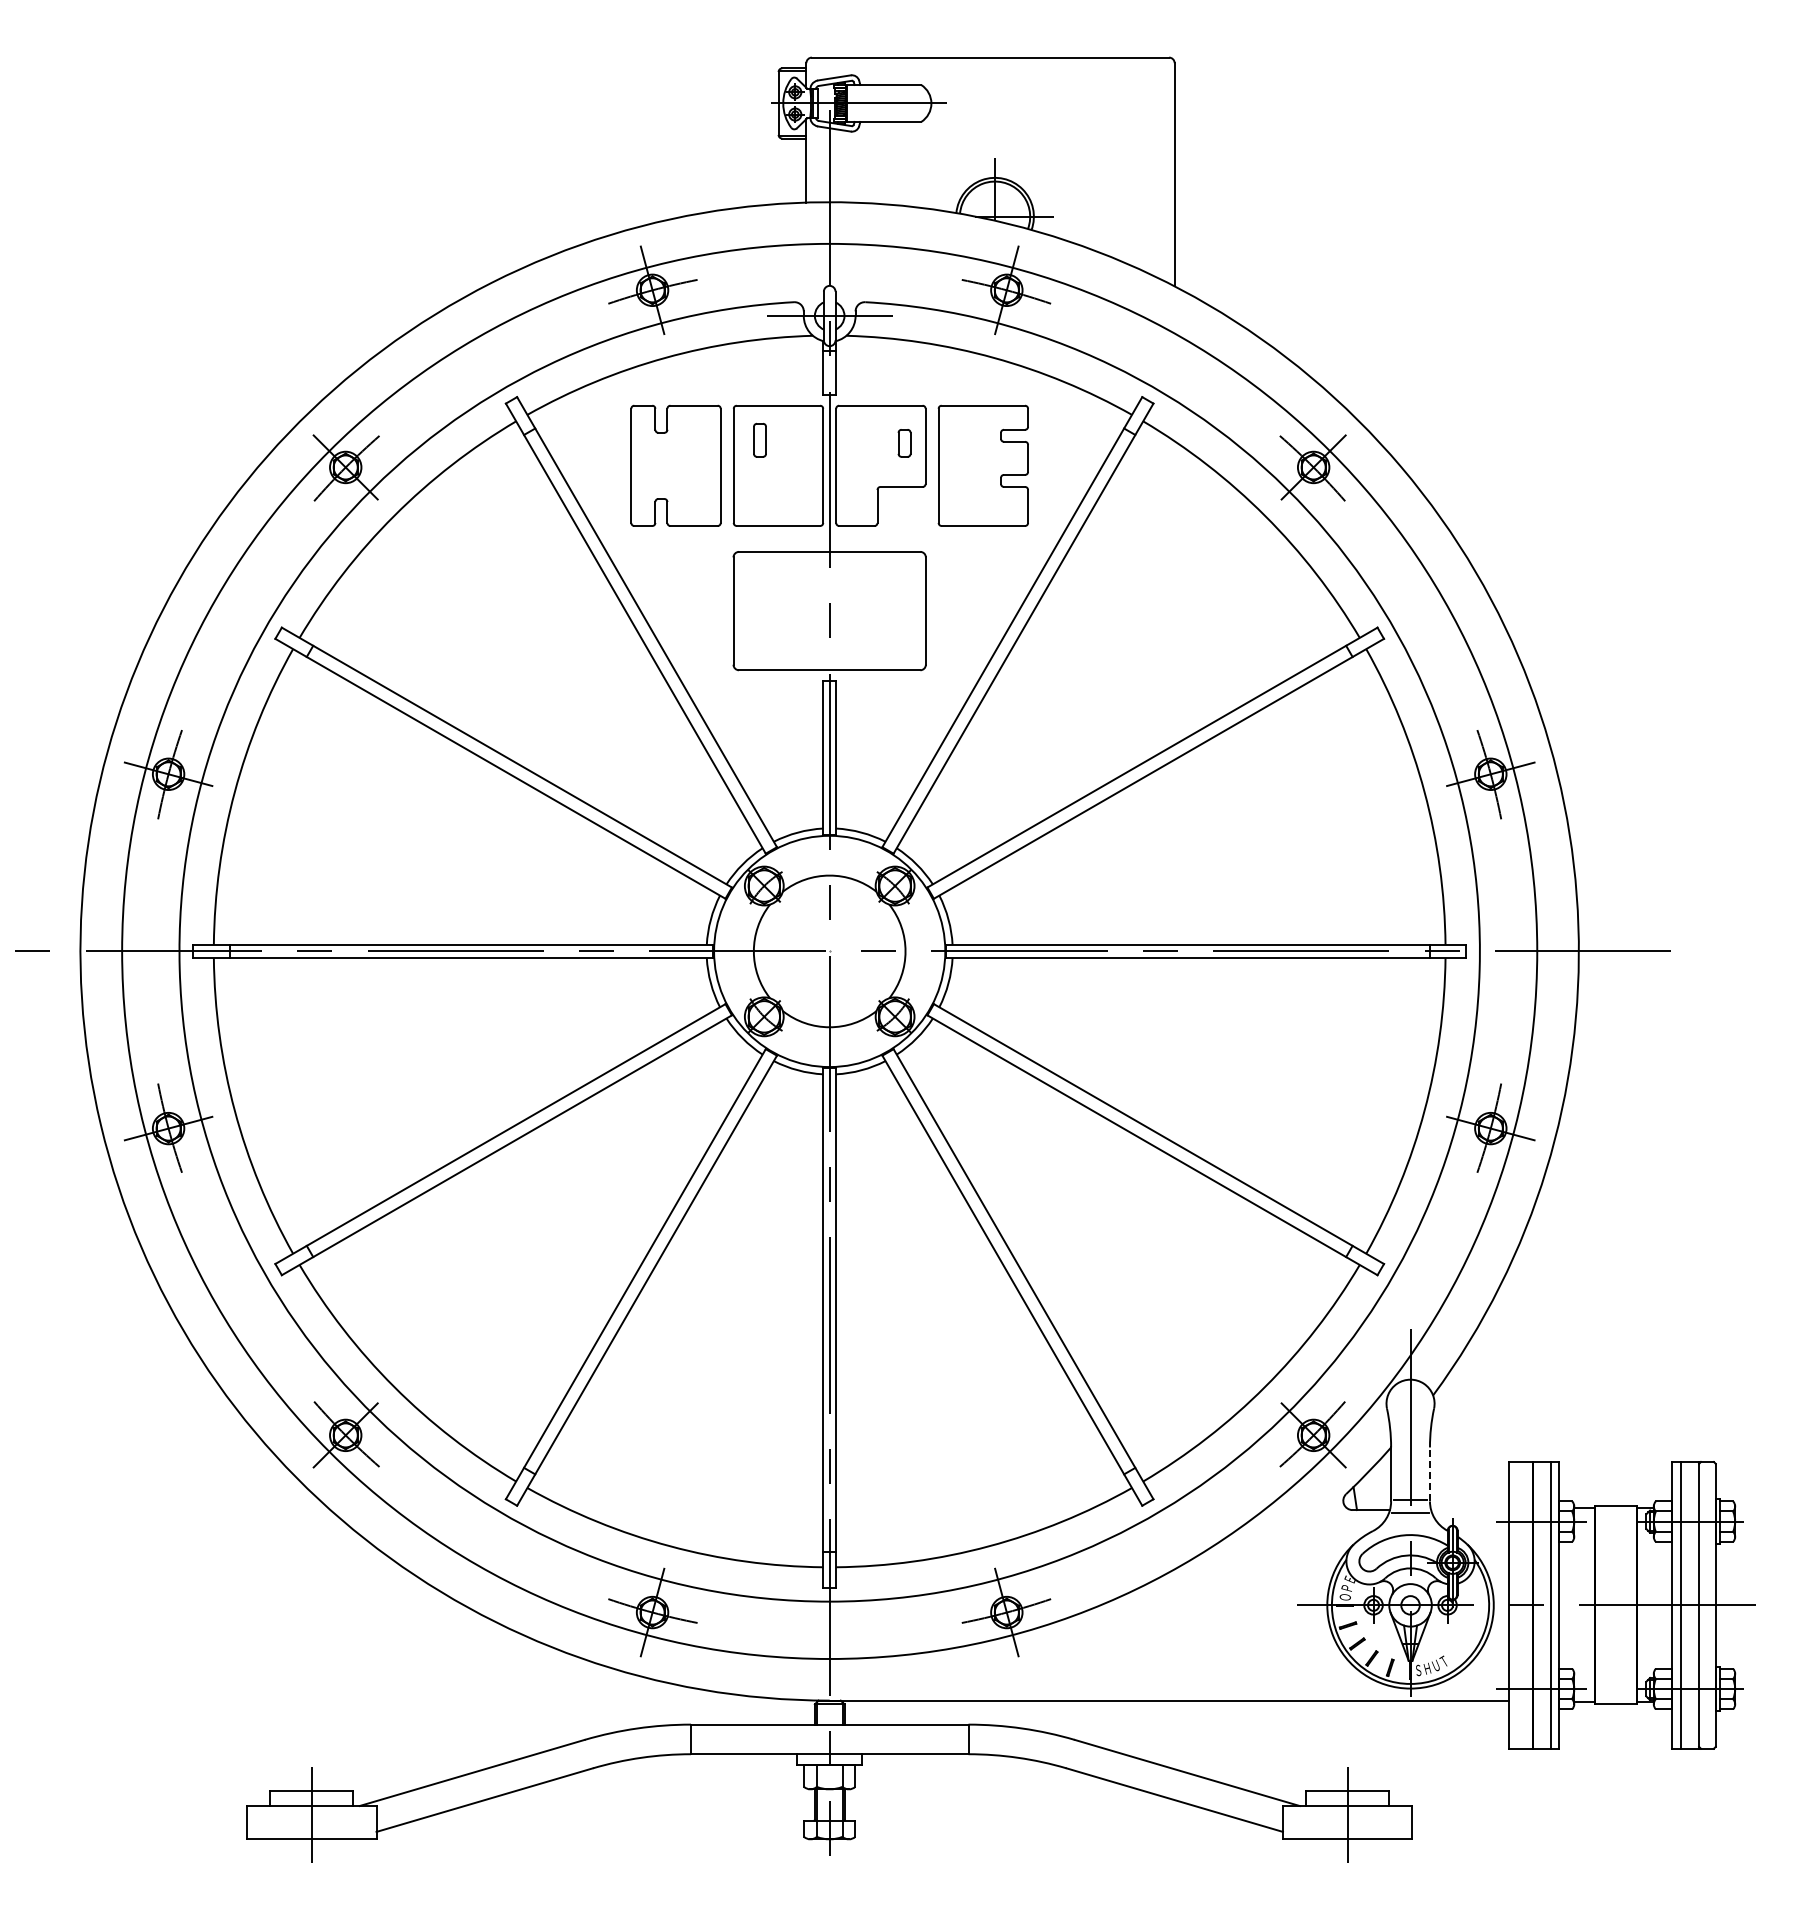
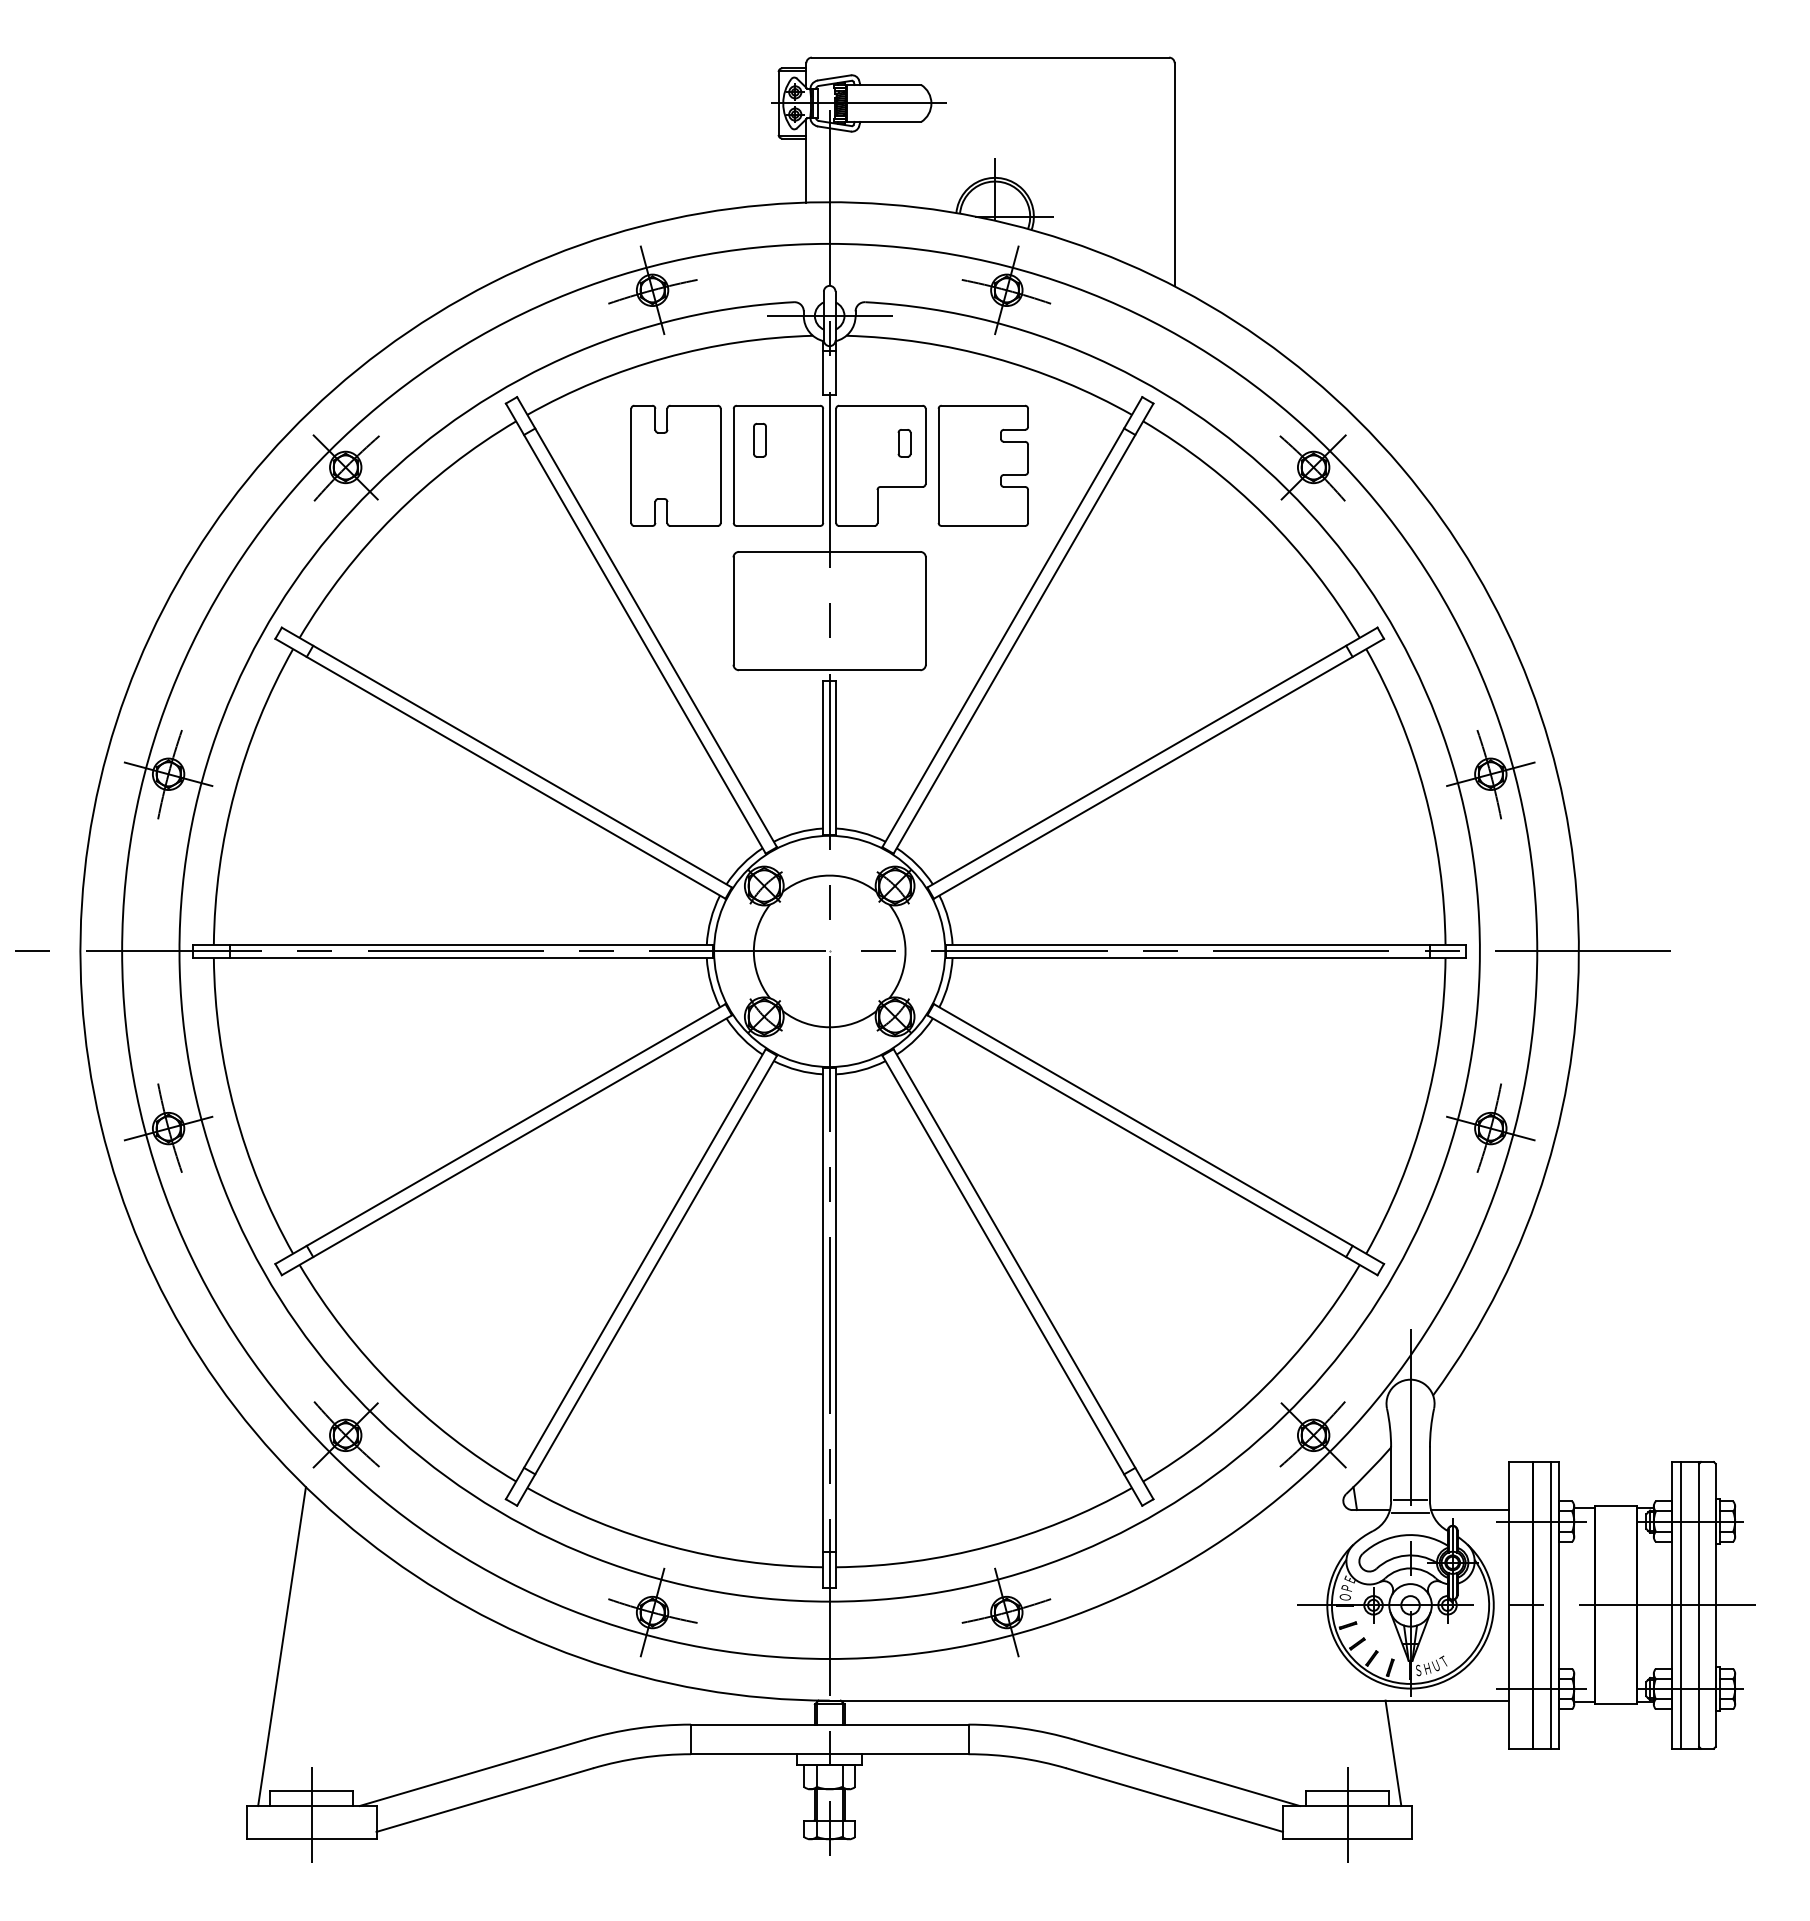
line at (1429, 1474): dashed -> solid
line at (1469, 1510): none -> present
line at (281, 1646): none -> present
line at (1393, 1753): none -> present
